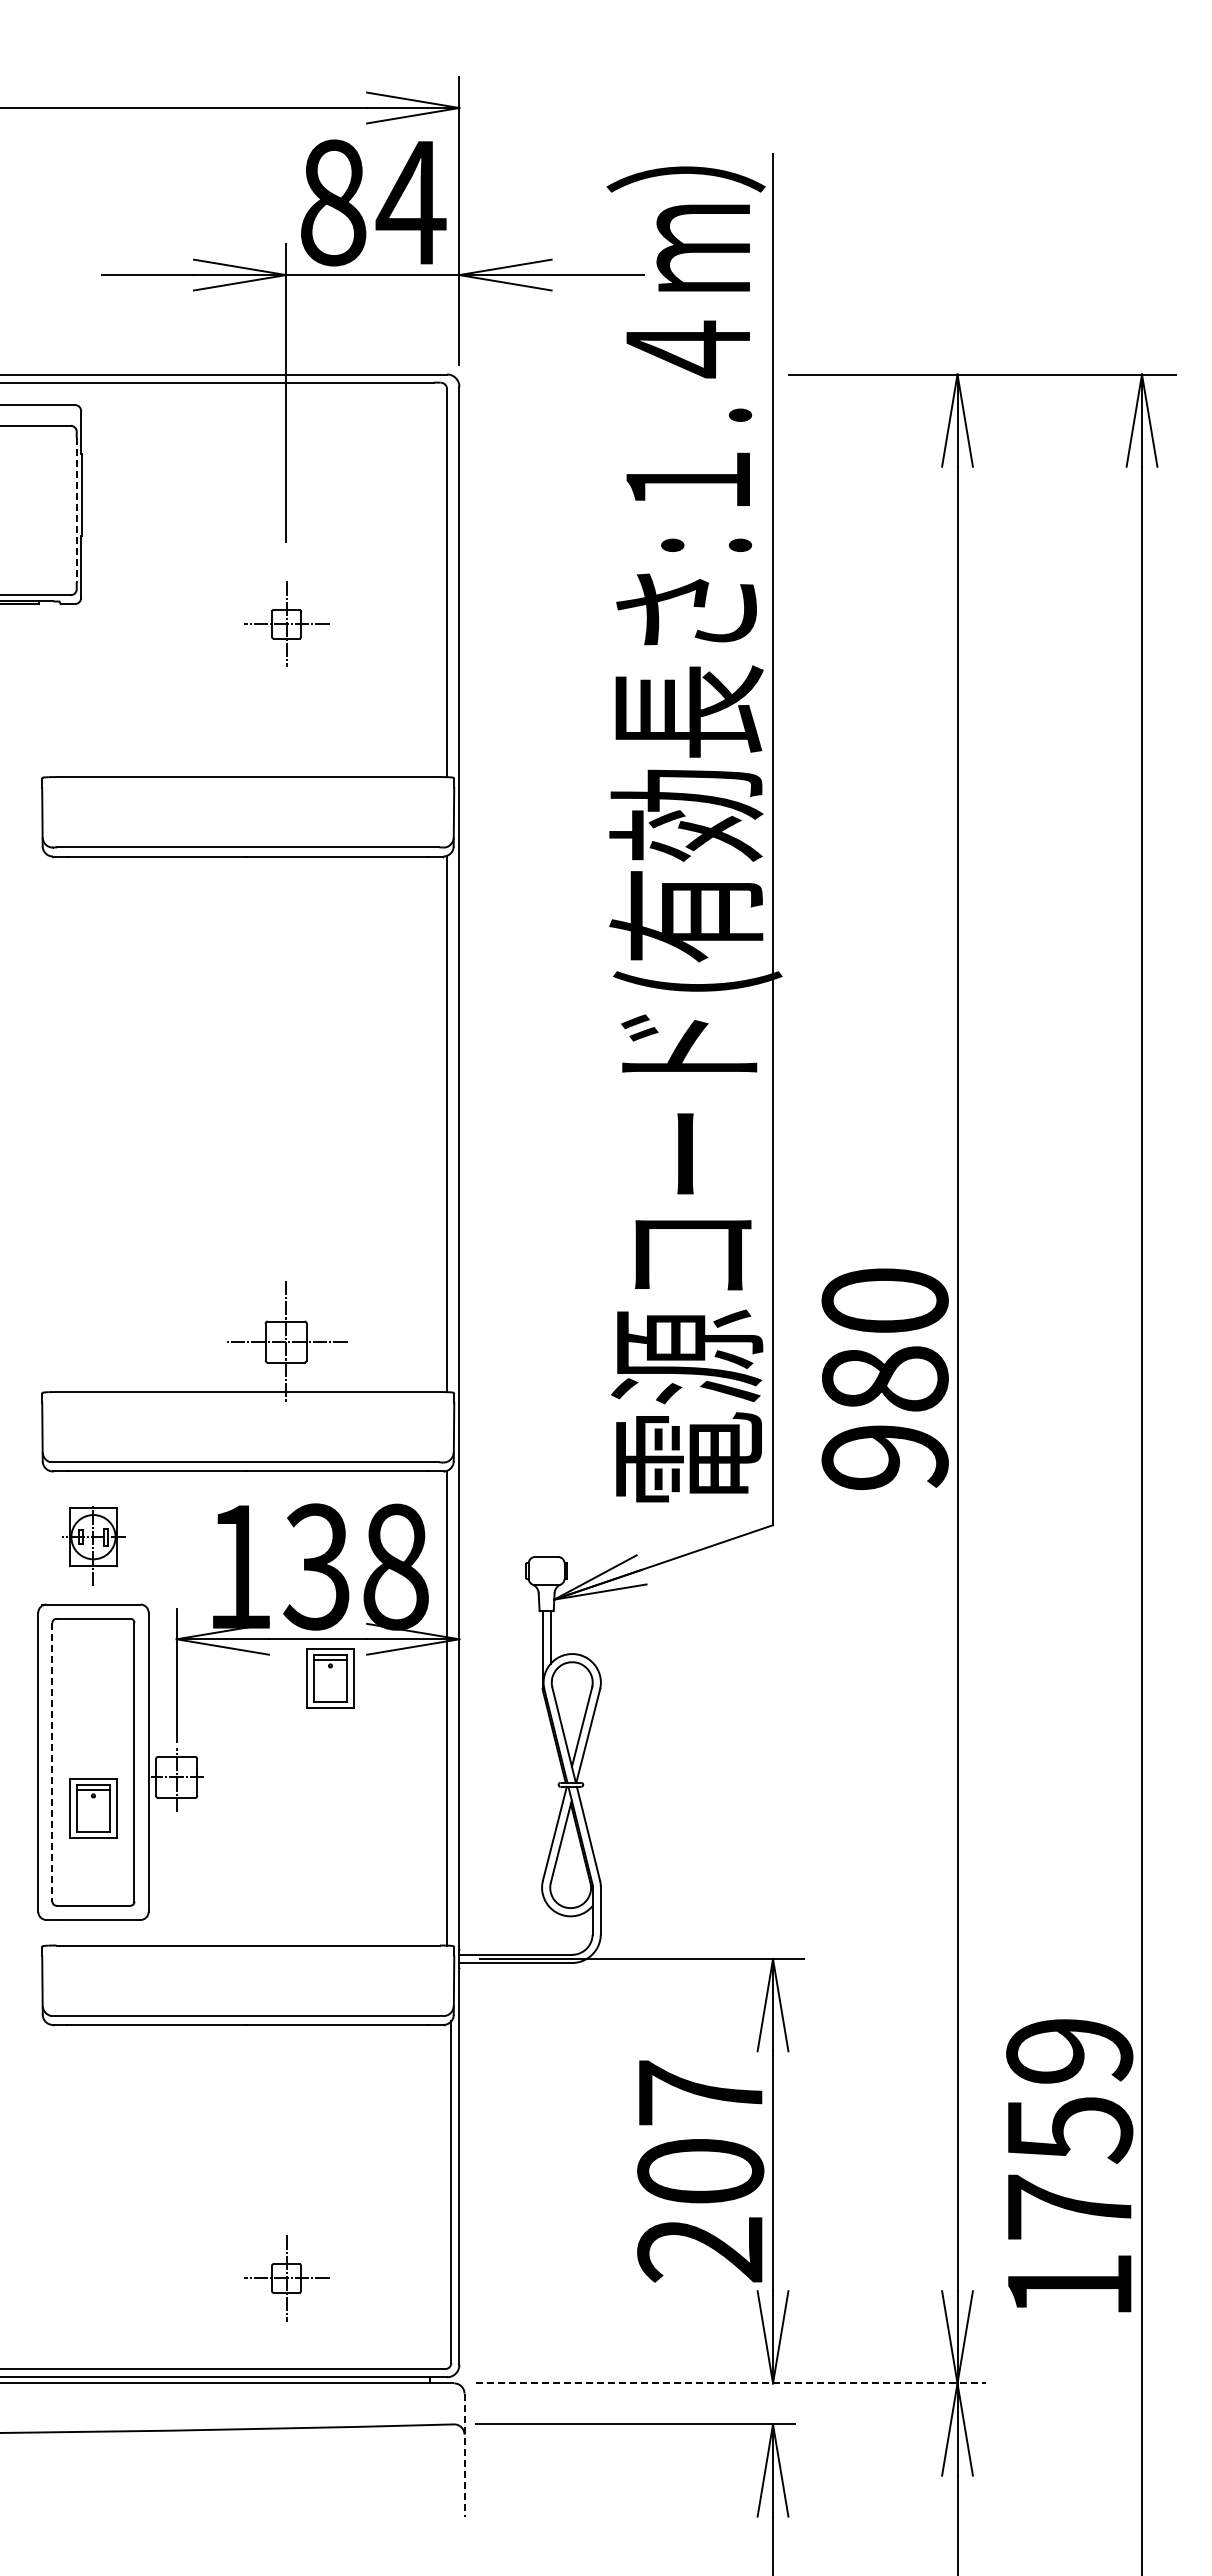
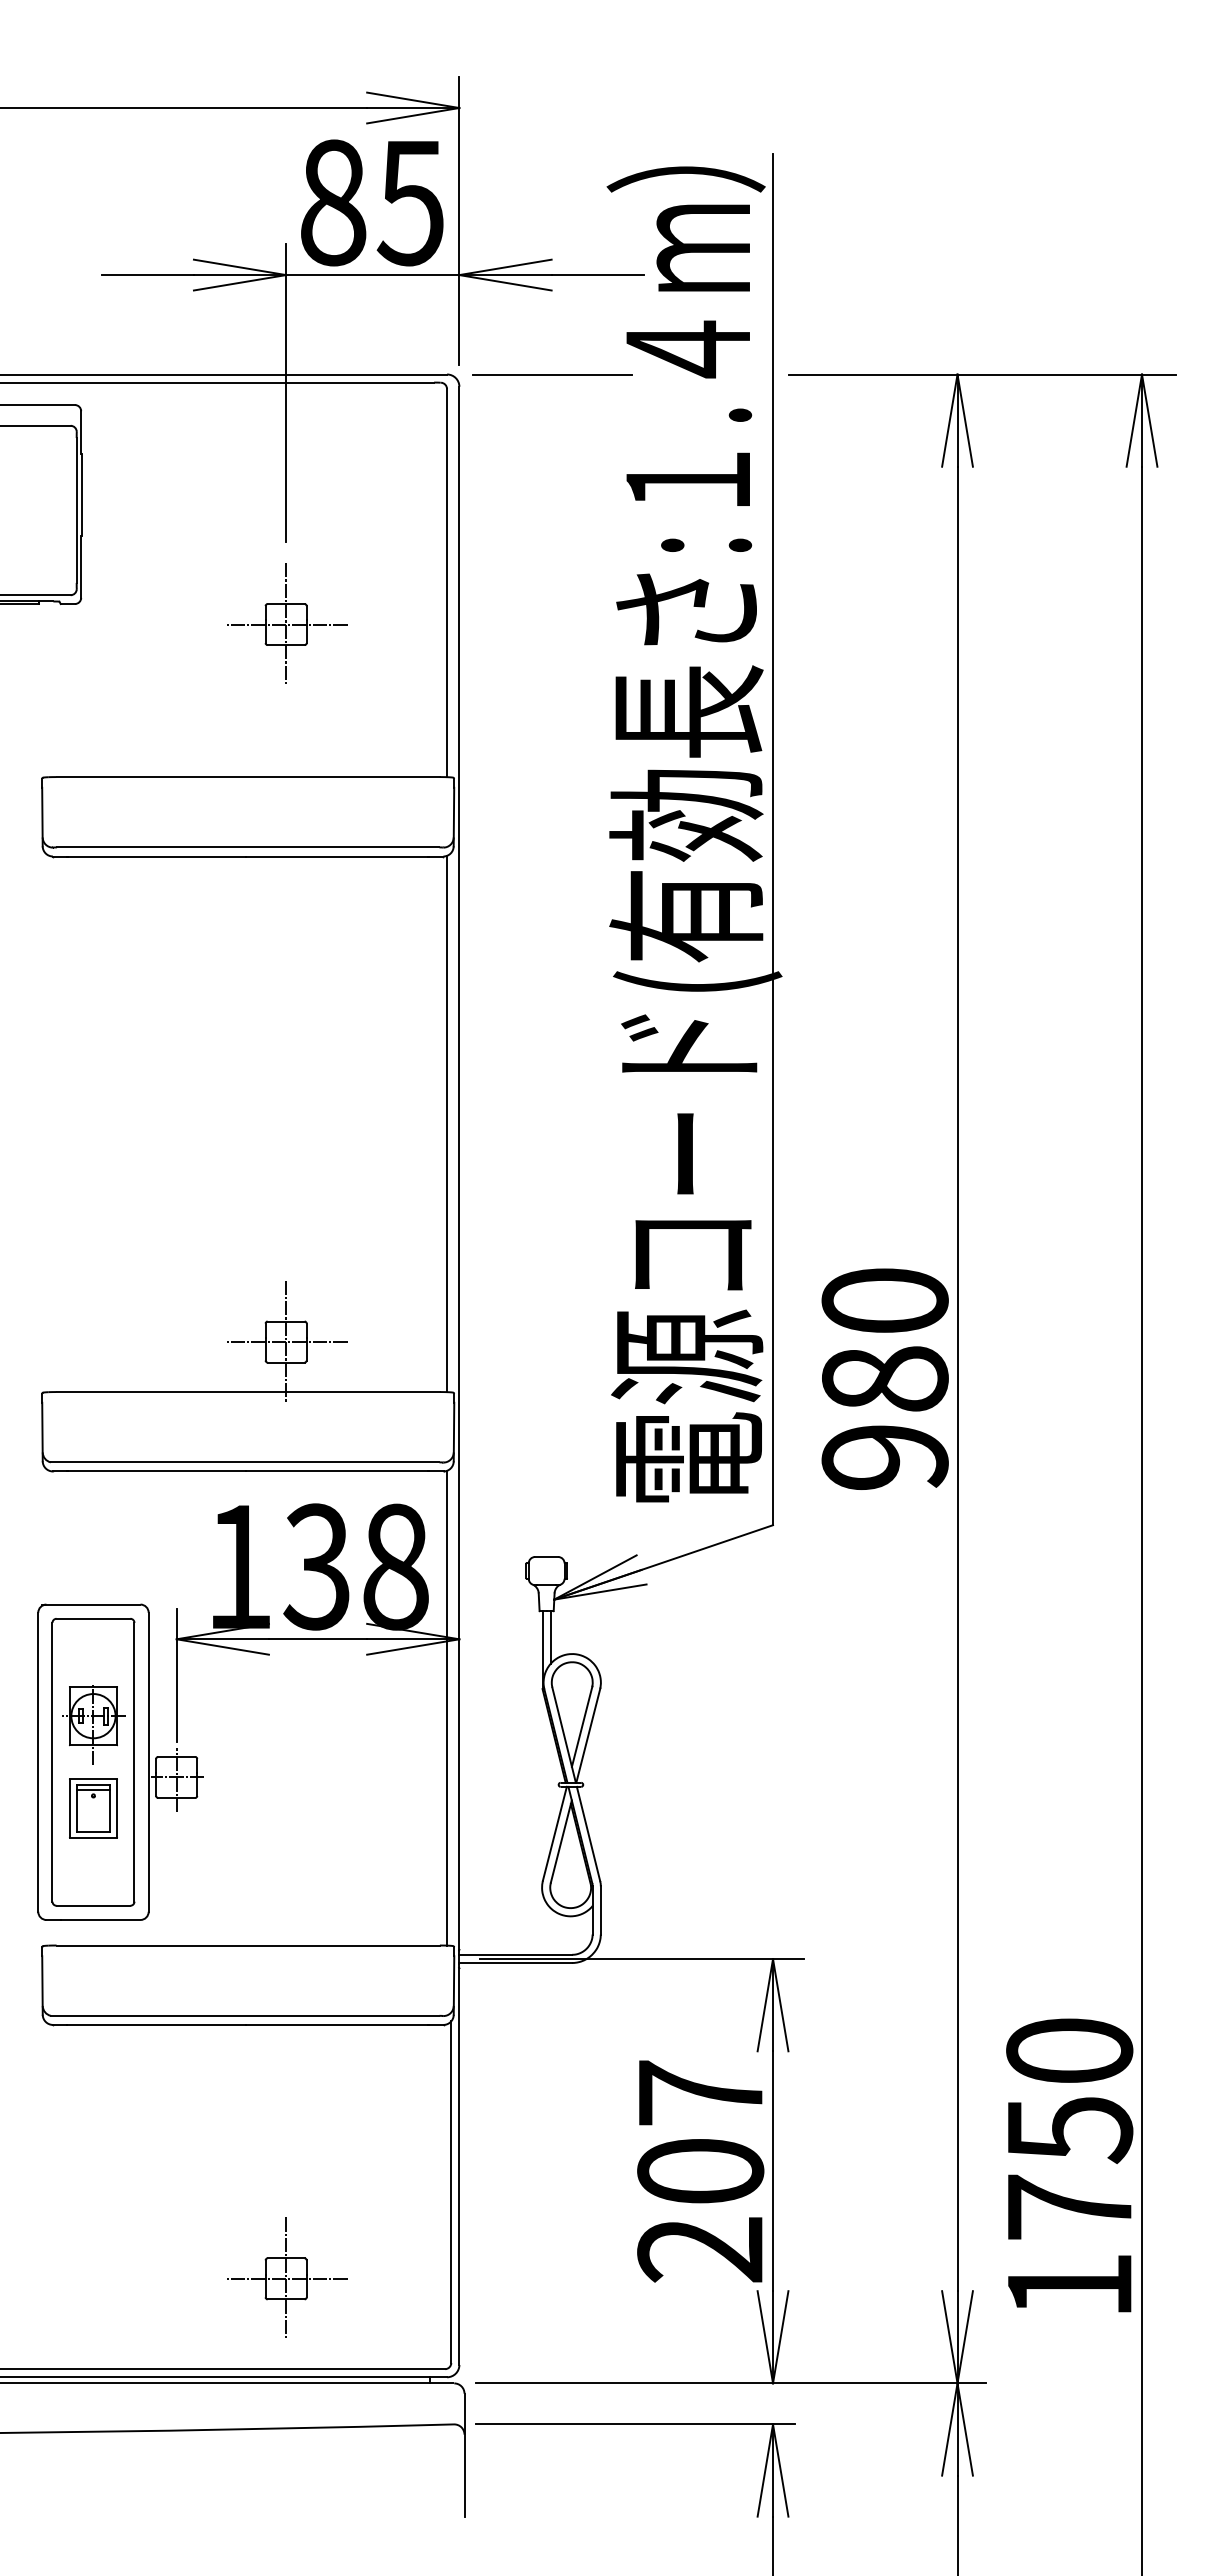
text at (410, 203): 84 -> 85
line at (551, 374): none -> present
line at (76, 510): dashed -> solid
part at (286, 623) size: 86x86 px -> 121x121 px
part at (93, 1545) position: (93, 1545) -> (93, 1724)
part at (330, 1678): present -> none
line at (52, 1762): dashed -> solid
text at (1069, 2050): 1759 -> 1750
part at (286, 2278) size: 86x87 px -> 121x121 px
line at (731, 2383): dashed -> solid
line at (464, 2455): dashed -> solid
